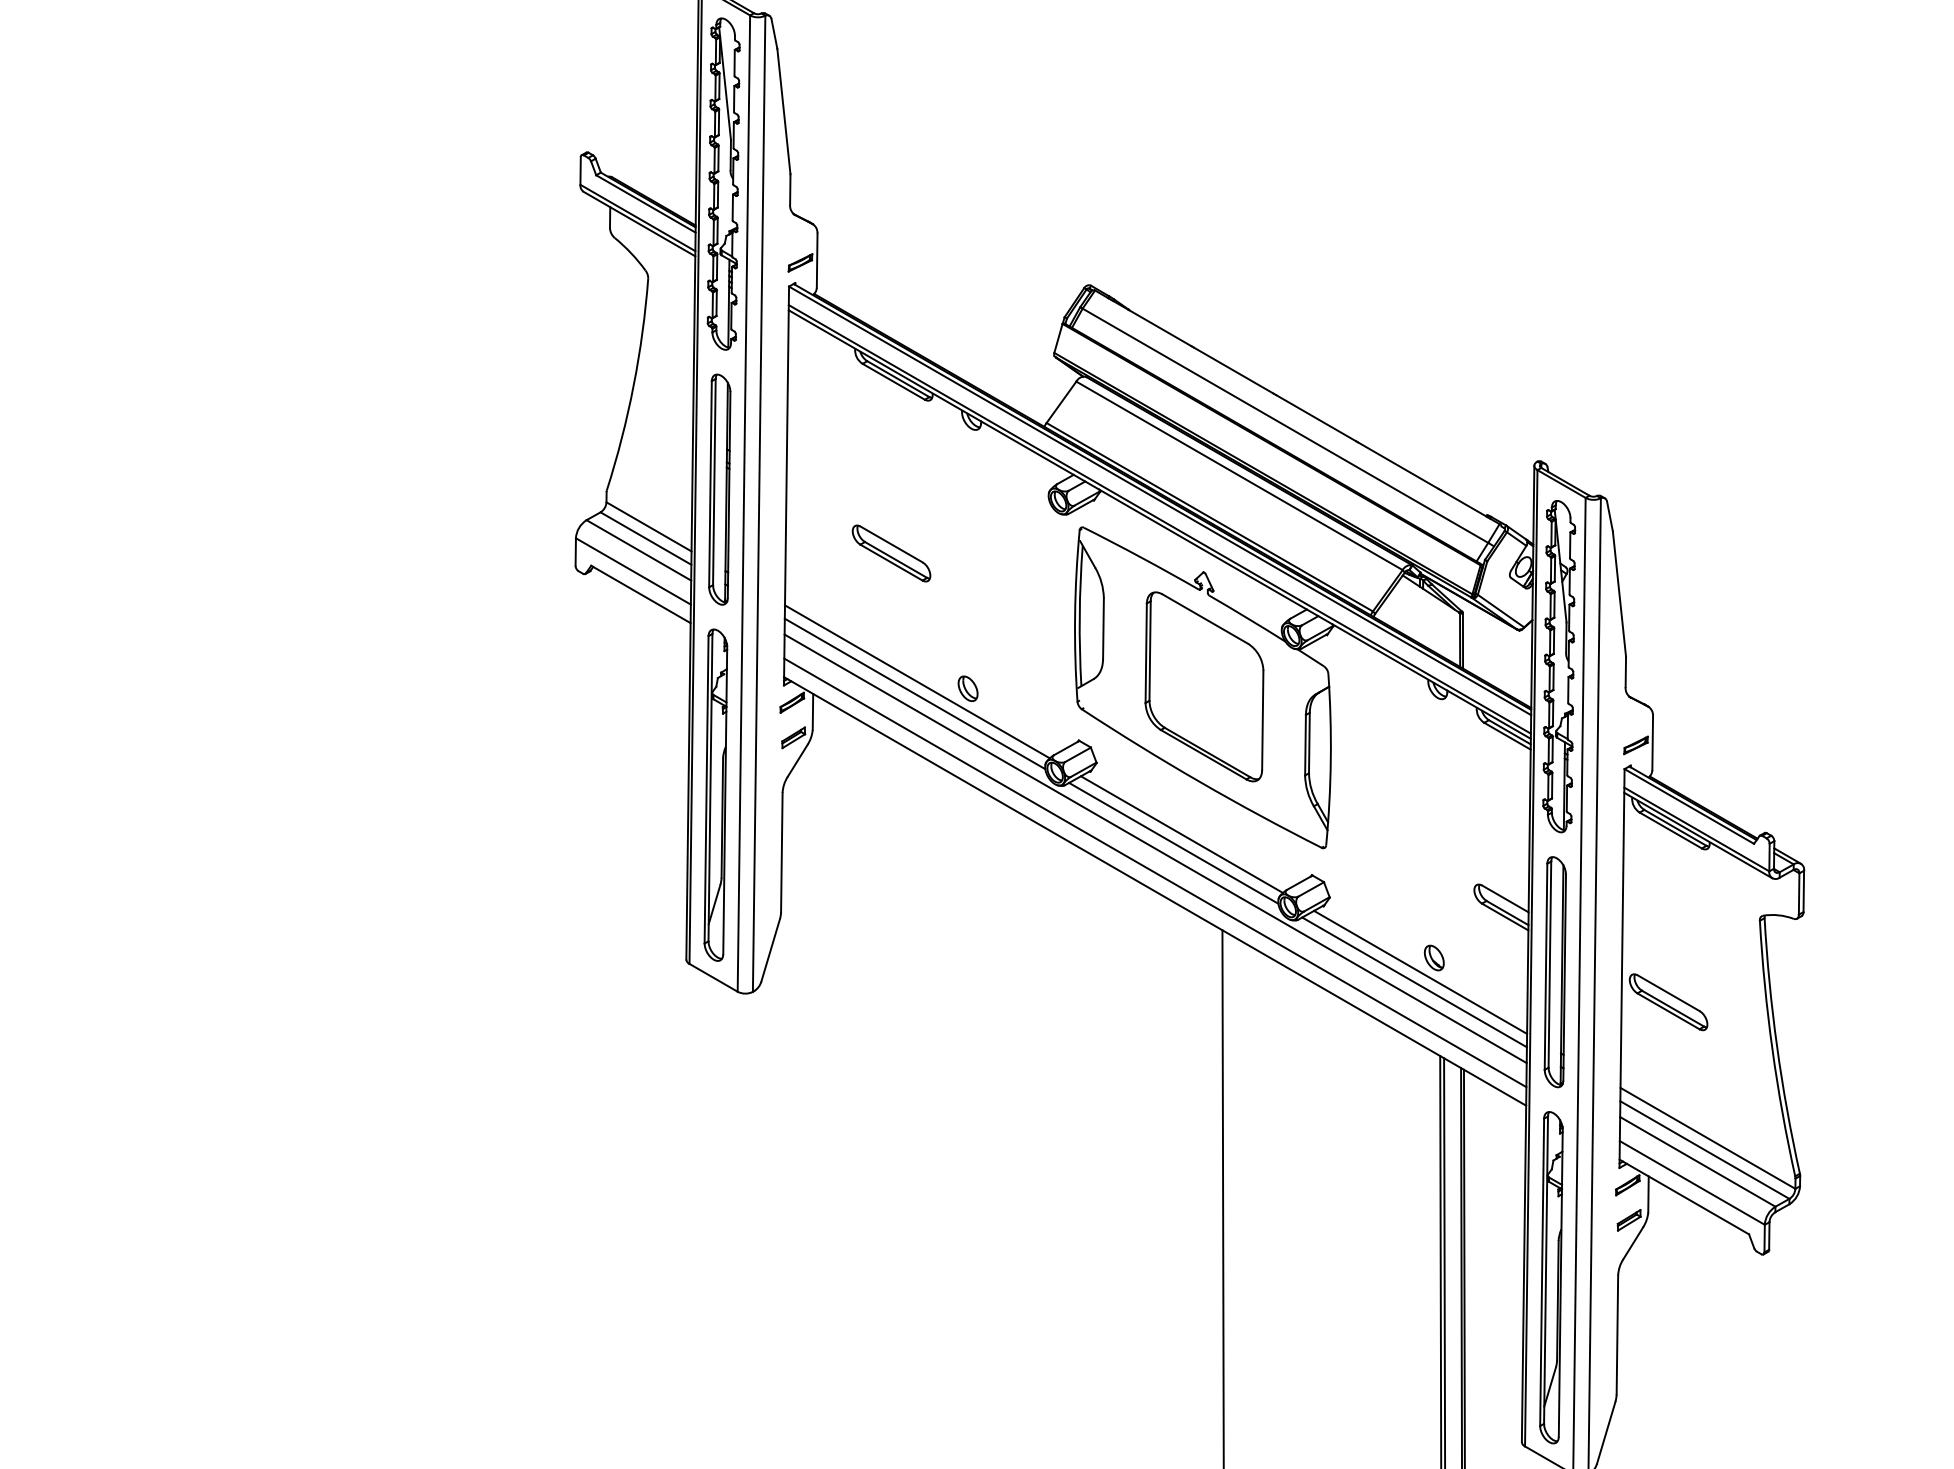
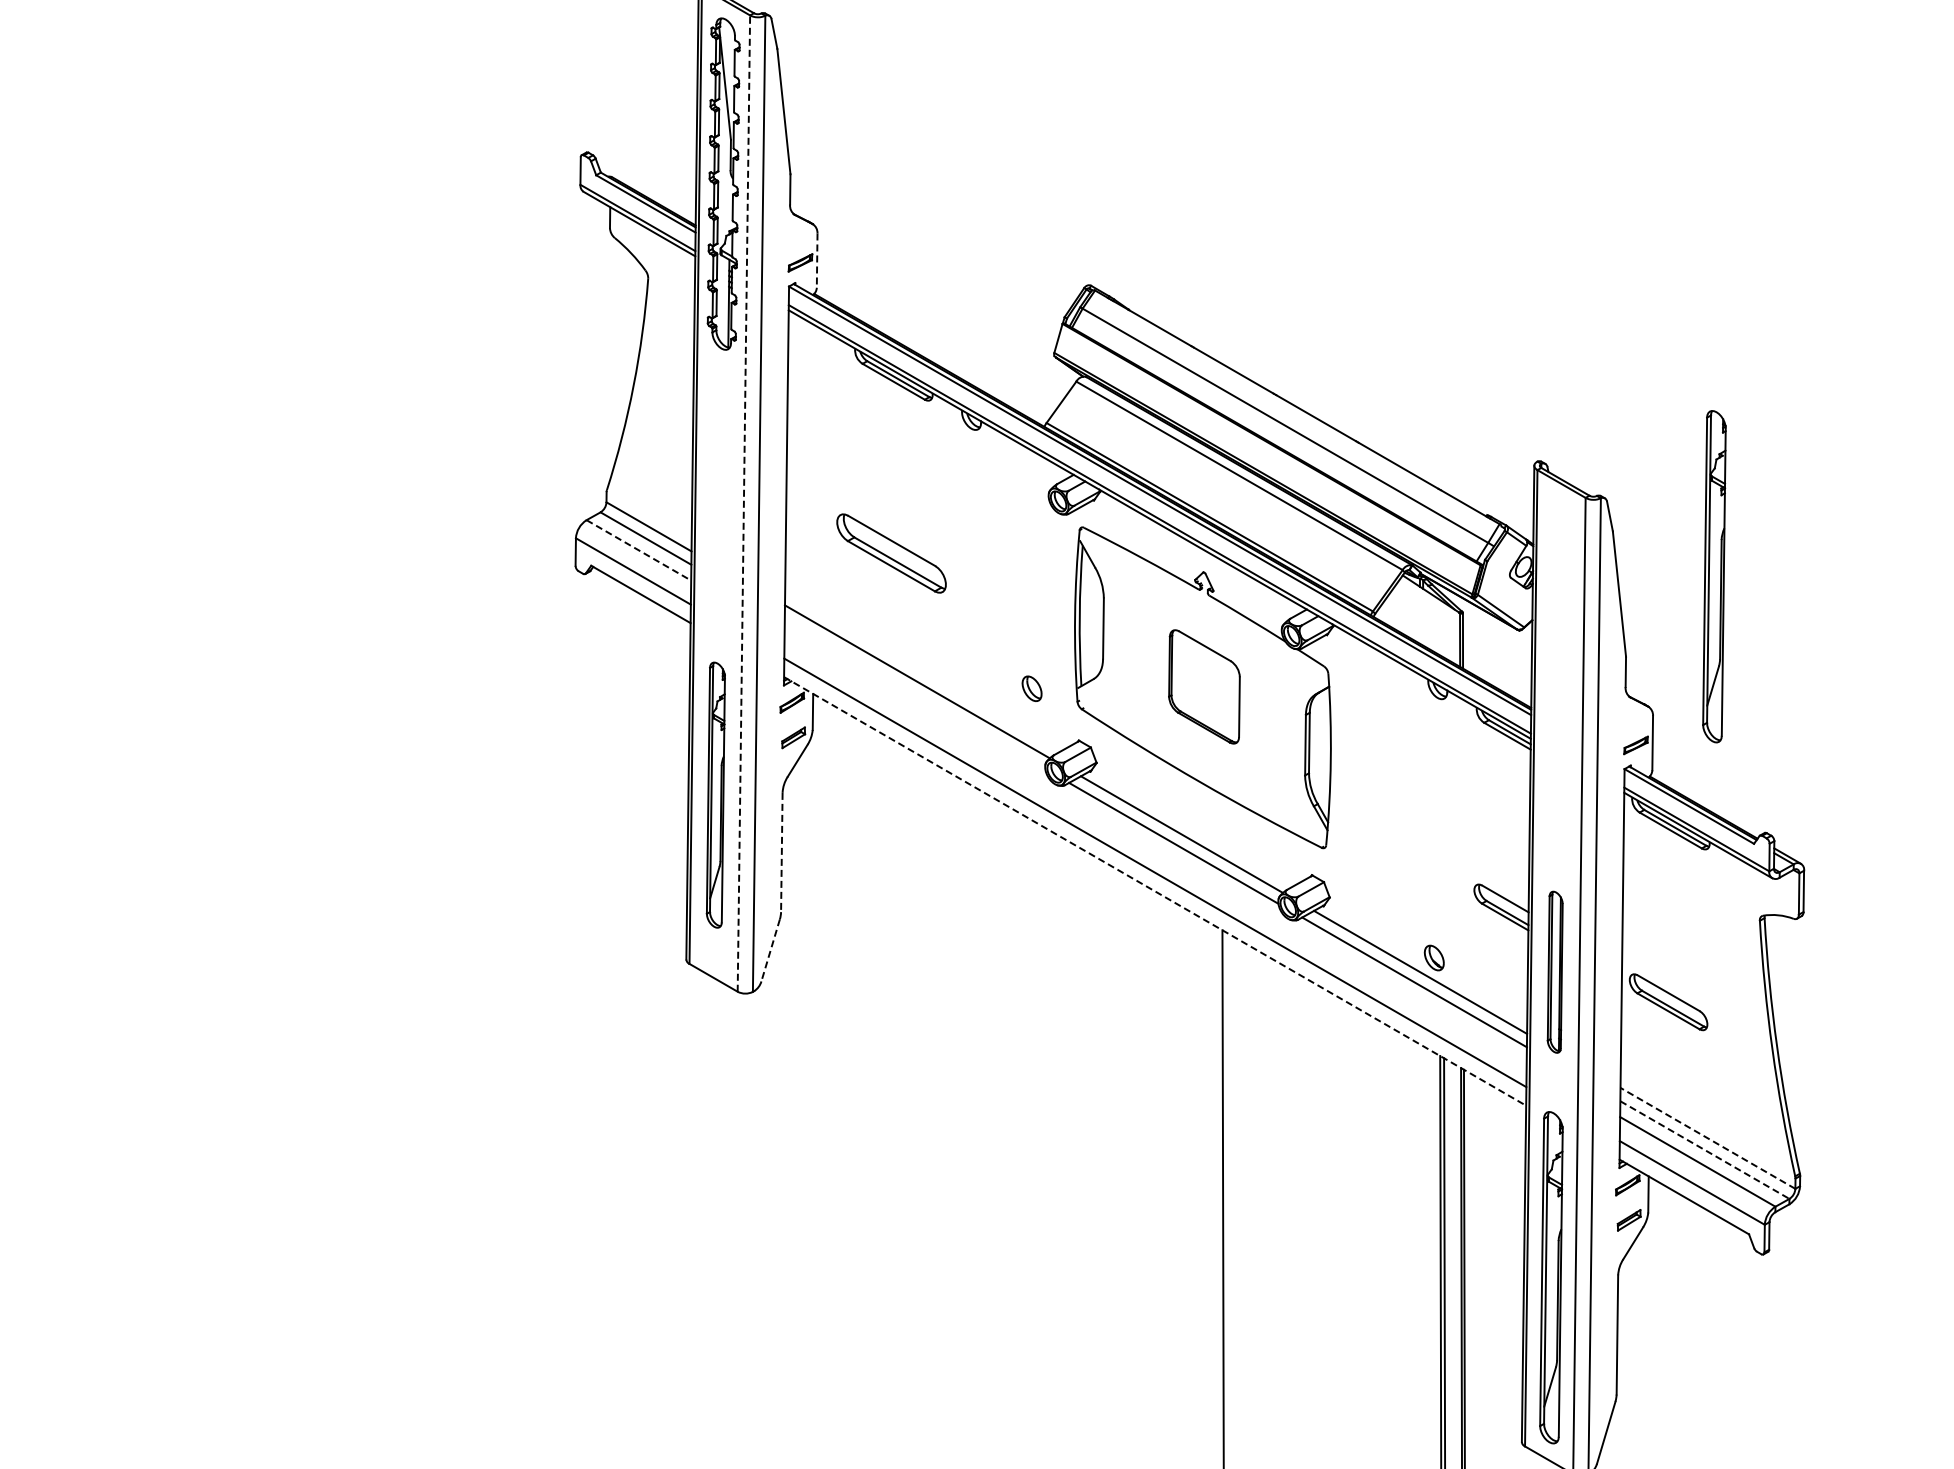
line at (817, 261): solid -> dashed
part at (719, 489): present -> none
line at (743, 503): solid -> dashed
line at (639, 550): solid -> dashed
part at (891, 553) size: 81x59 px -> 111x81 px
part at (1714, 576): none -> present
part at (1559, 666): present -> none
part at (1204, 686) size: 121x192 px -> 73x116 px
part at (967, 688) position: (967, 688) -> (1031, 688)
line at (914, 693): present -> none
part at (715, 794) size: 26x334 px -> 21x268 px
line at (1155, 848): present -> none
line at (781, 852): solid -> dashed
line at (1155, 891): solid -> dashed
line at (770, 950): solid -> dashed
part at (1554, 972) size: 24x233 px -> 18x164 px
line at (1707, 1138): solid -> dashed
line at (1704, 1150): solid -> dashed
